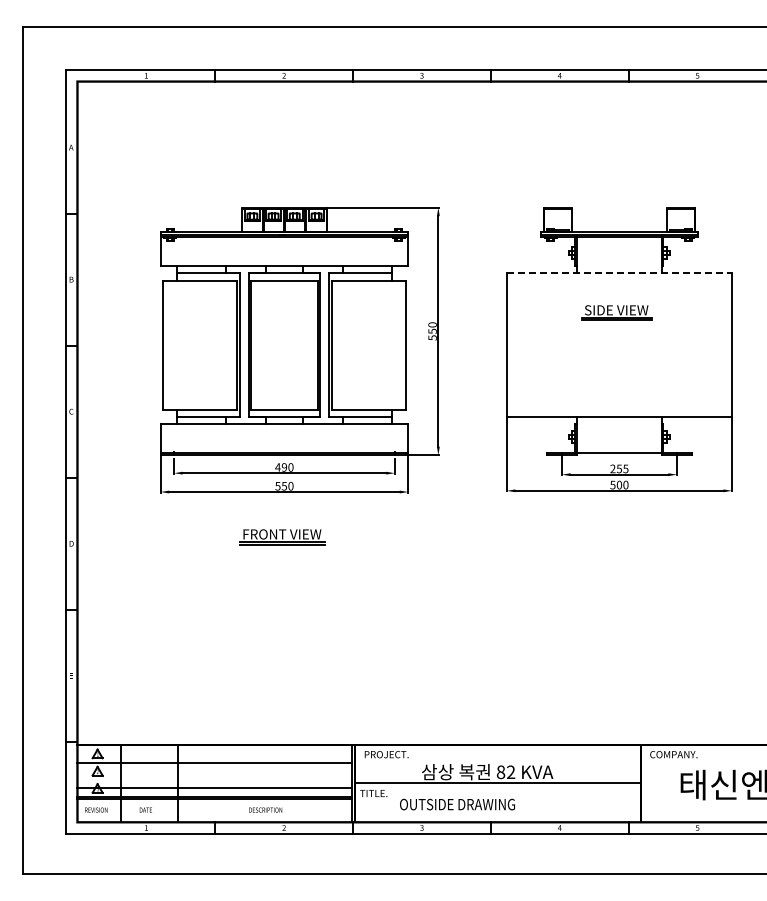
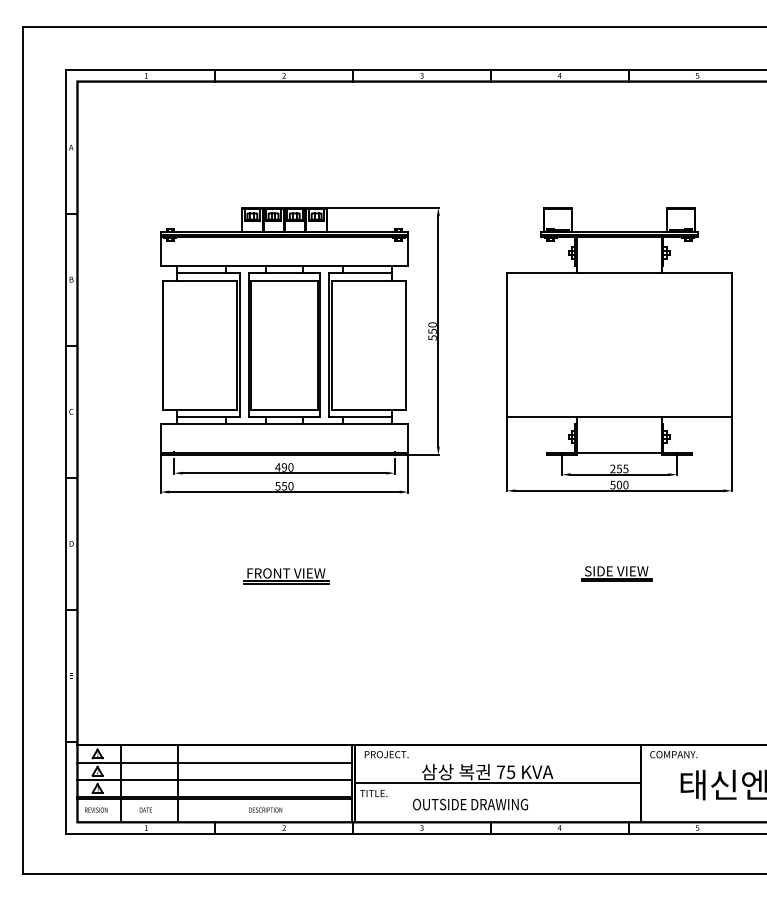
line at (619, 273): dashed -> solid
part at (616, 312) position: (616, 312) -> (616, 573)
part at (282, 537) position: (282, 537) -> (286, 576)
text at (505, 772): 82 -> 75
line at (214, 788) position: (214, 788) -> (214, 780)
text at (457, 804) position: (457, 804) -> (470, 804)
